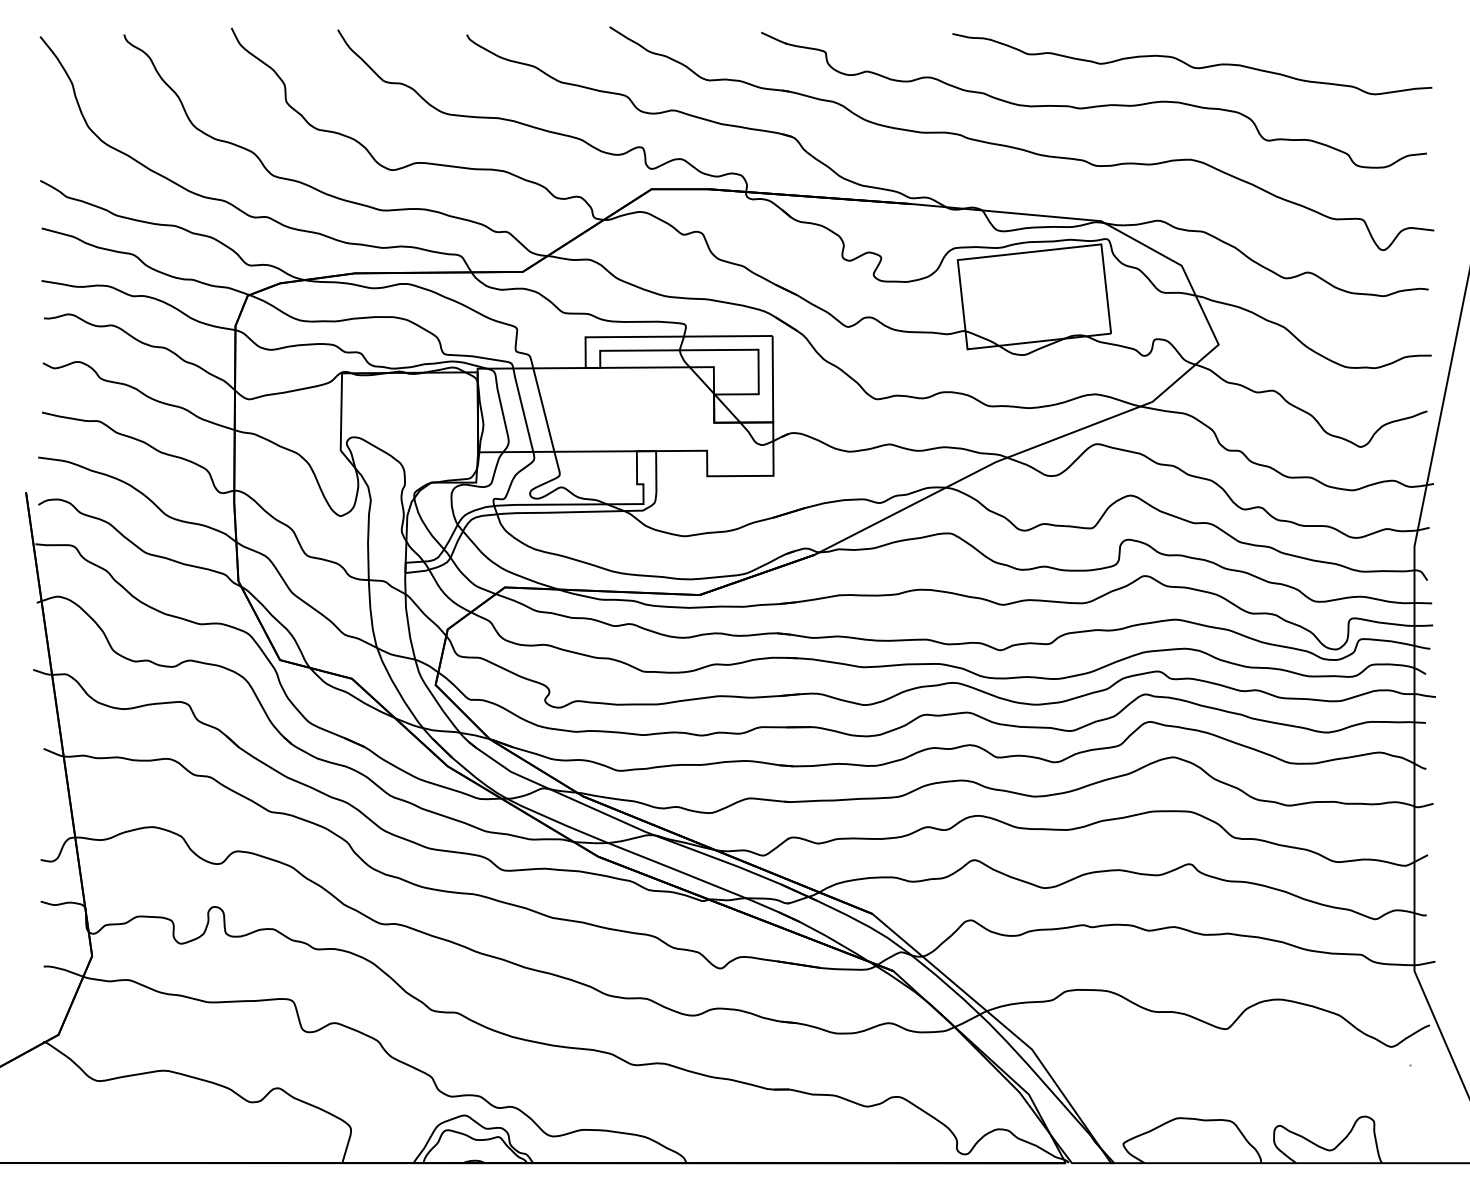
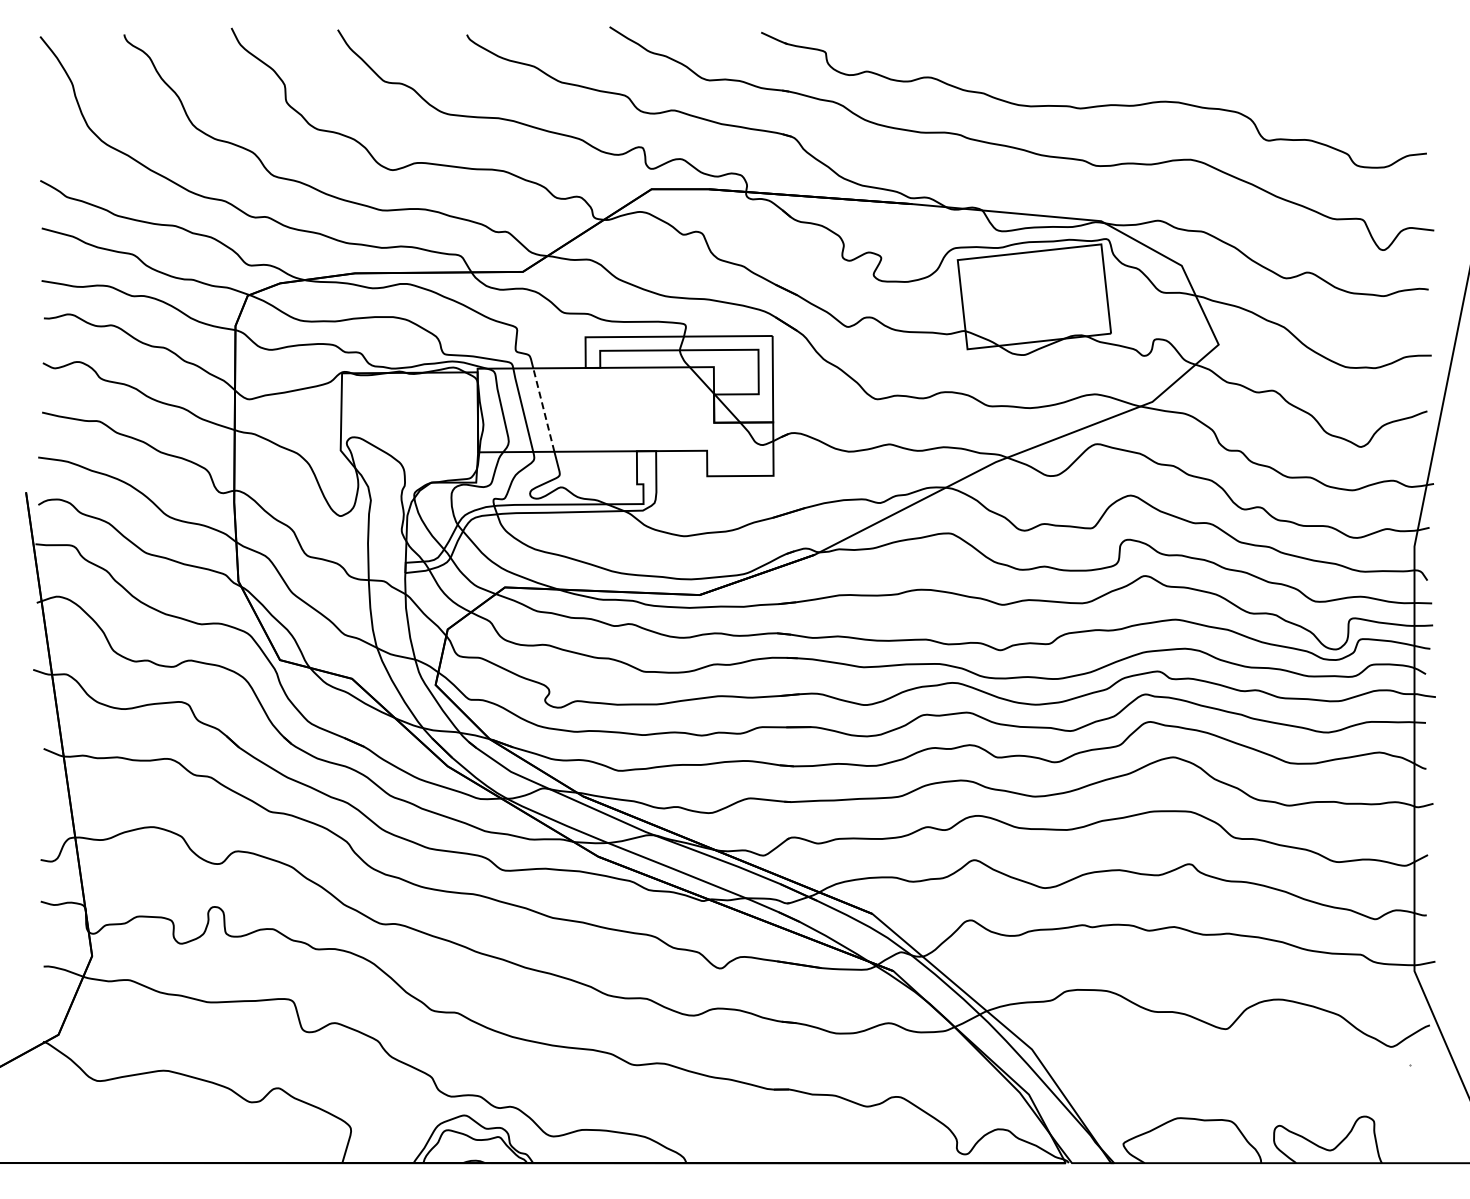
curve at (1191, 65): present -> none
line at (543, 409): solid -> dashed
